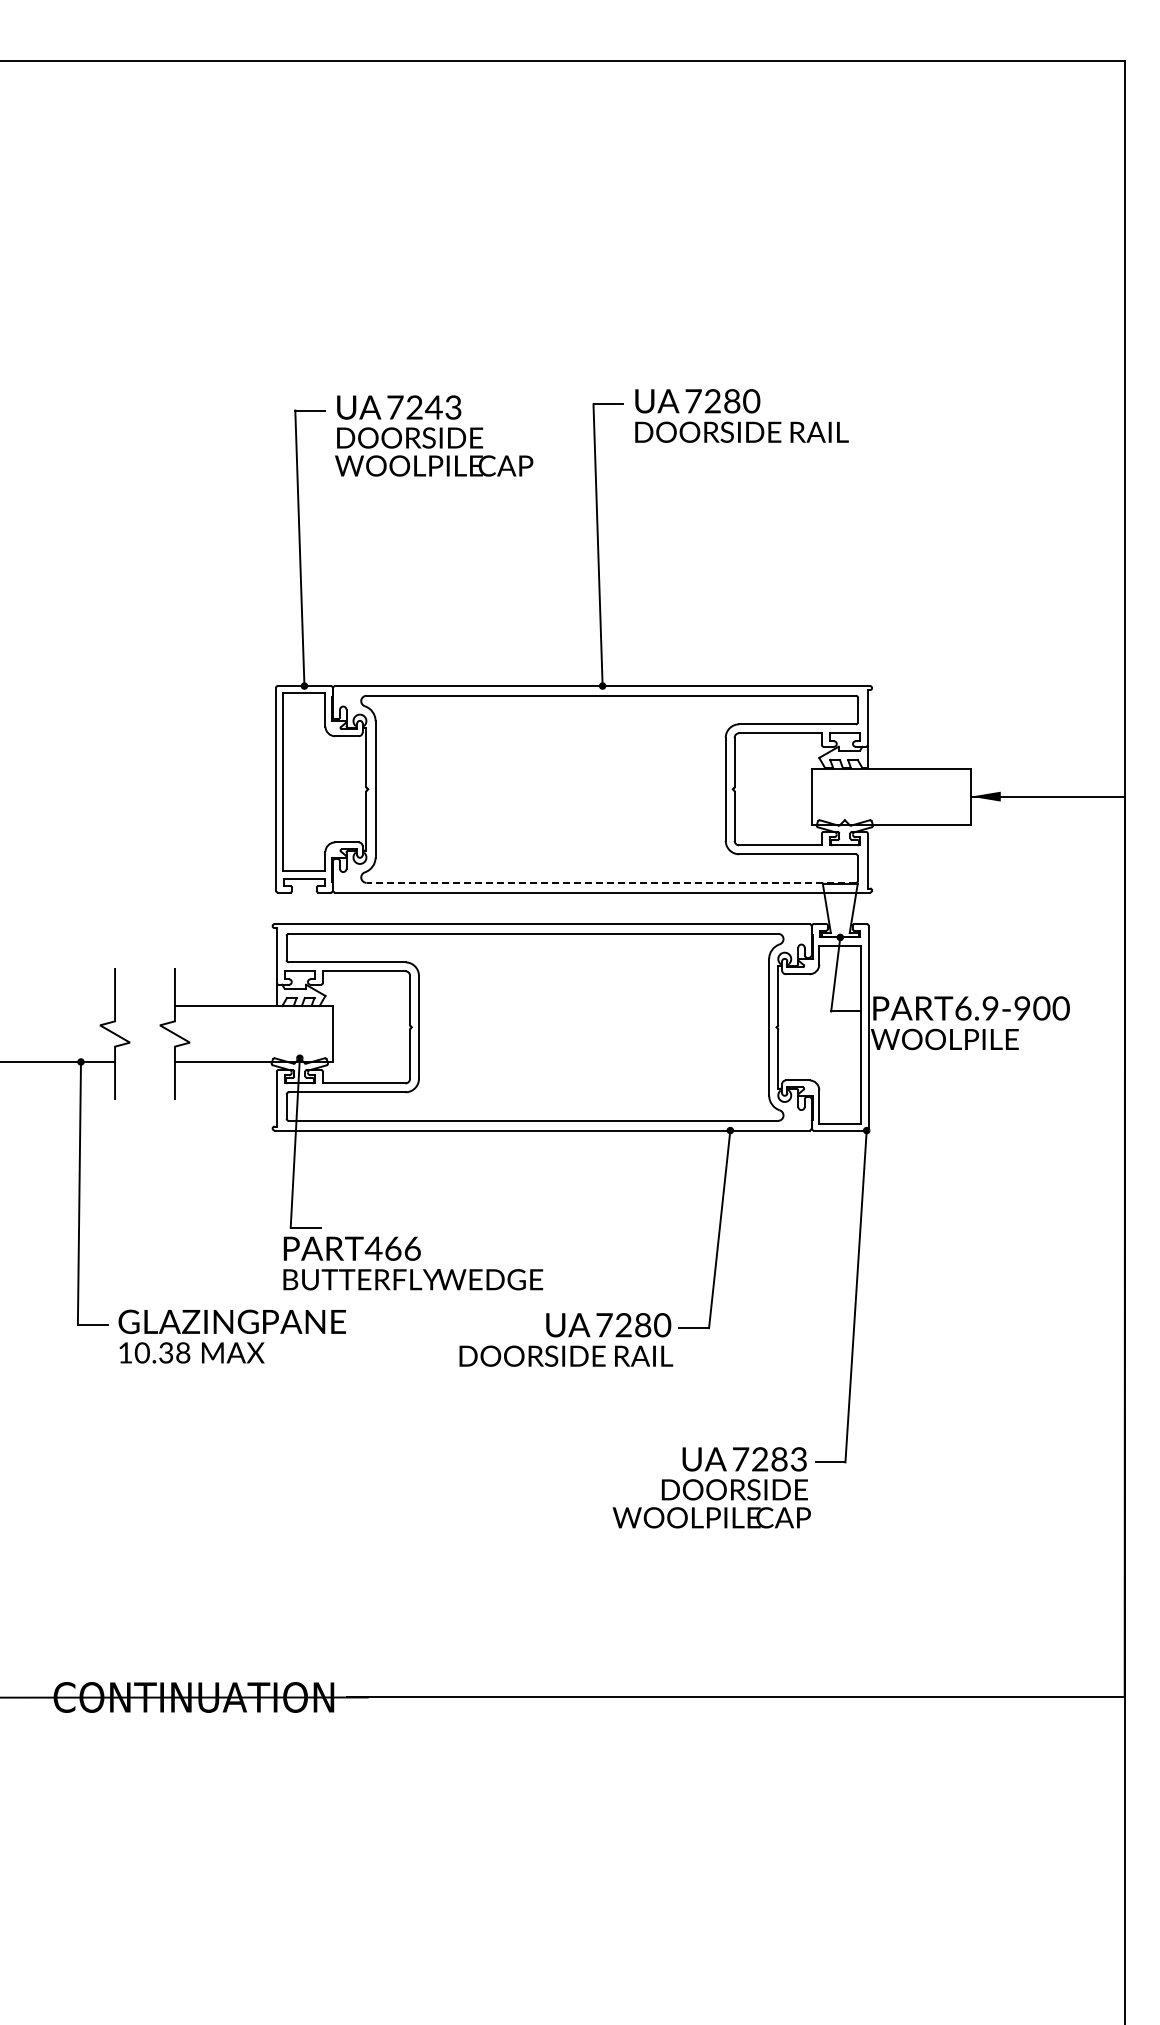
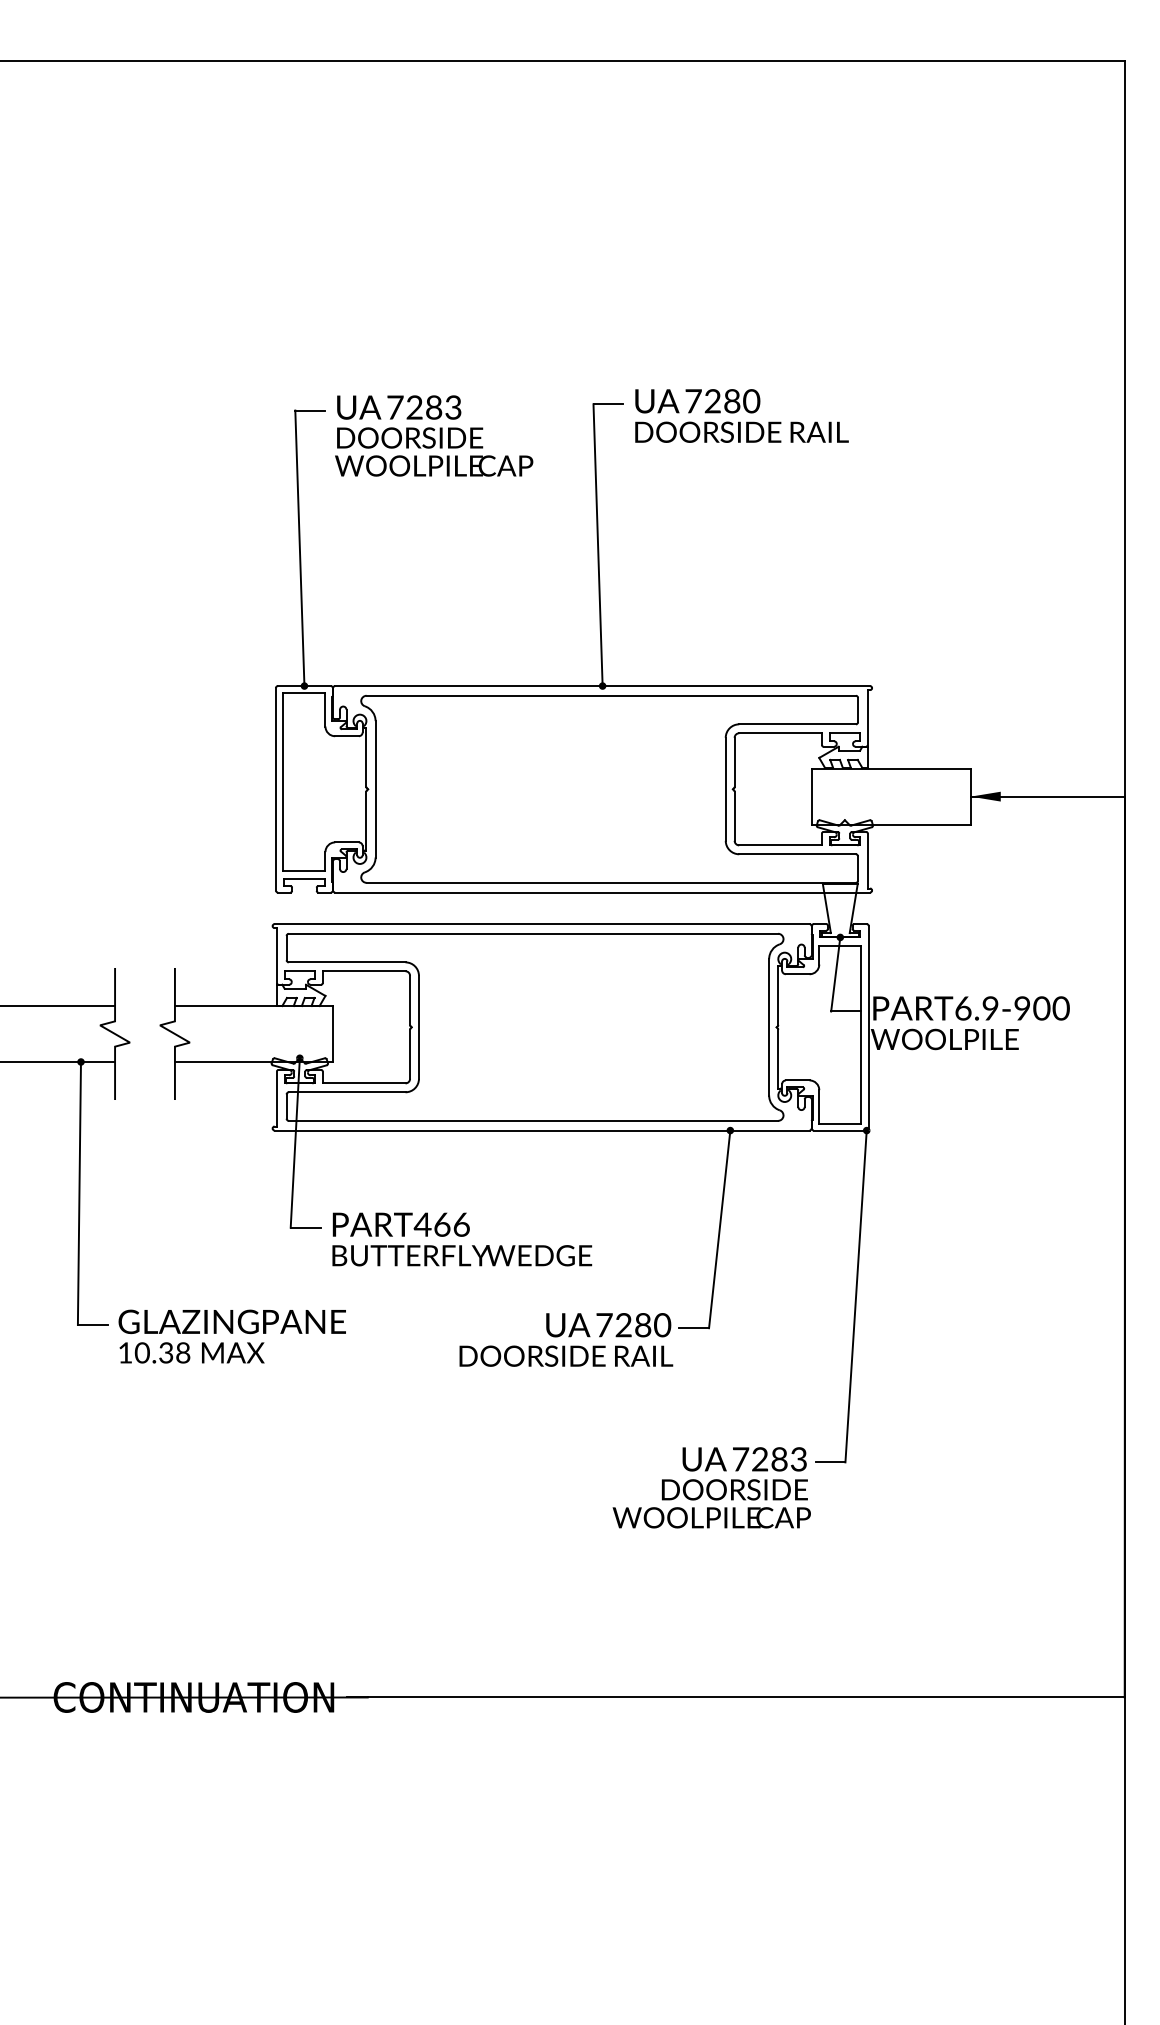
text at (433, 407): 7243 -> 7283
line at (611, 882): dashed -> solid
line at (58, 1006): none -> present
text at (413, 1263) position: (413, 1263) -> (462, 1239)
